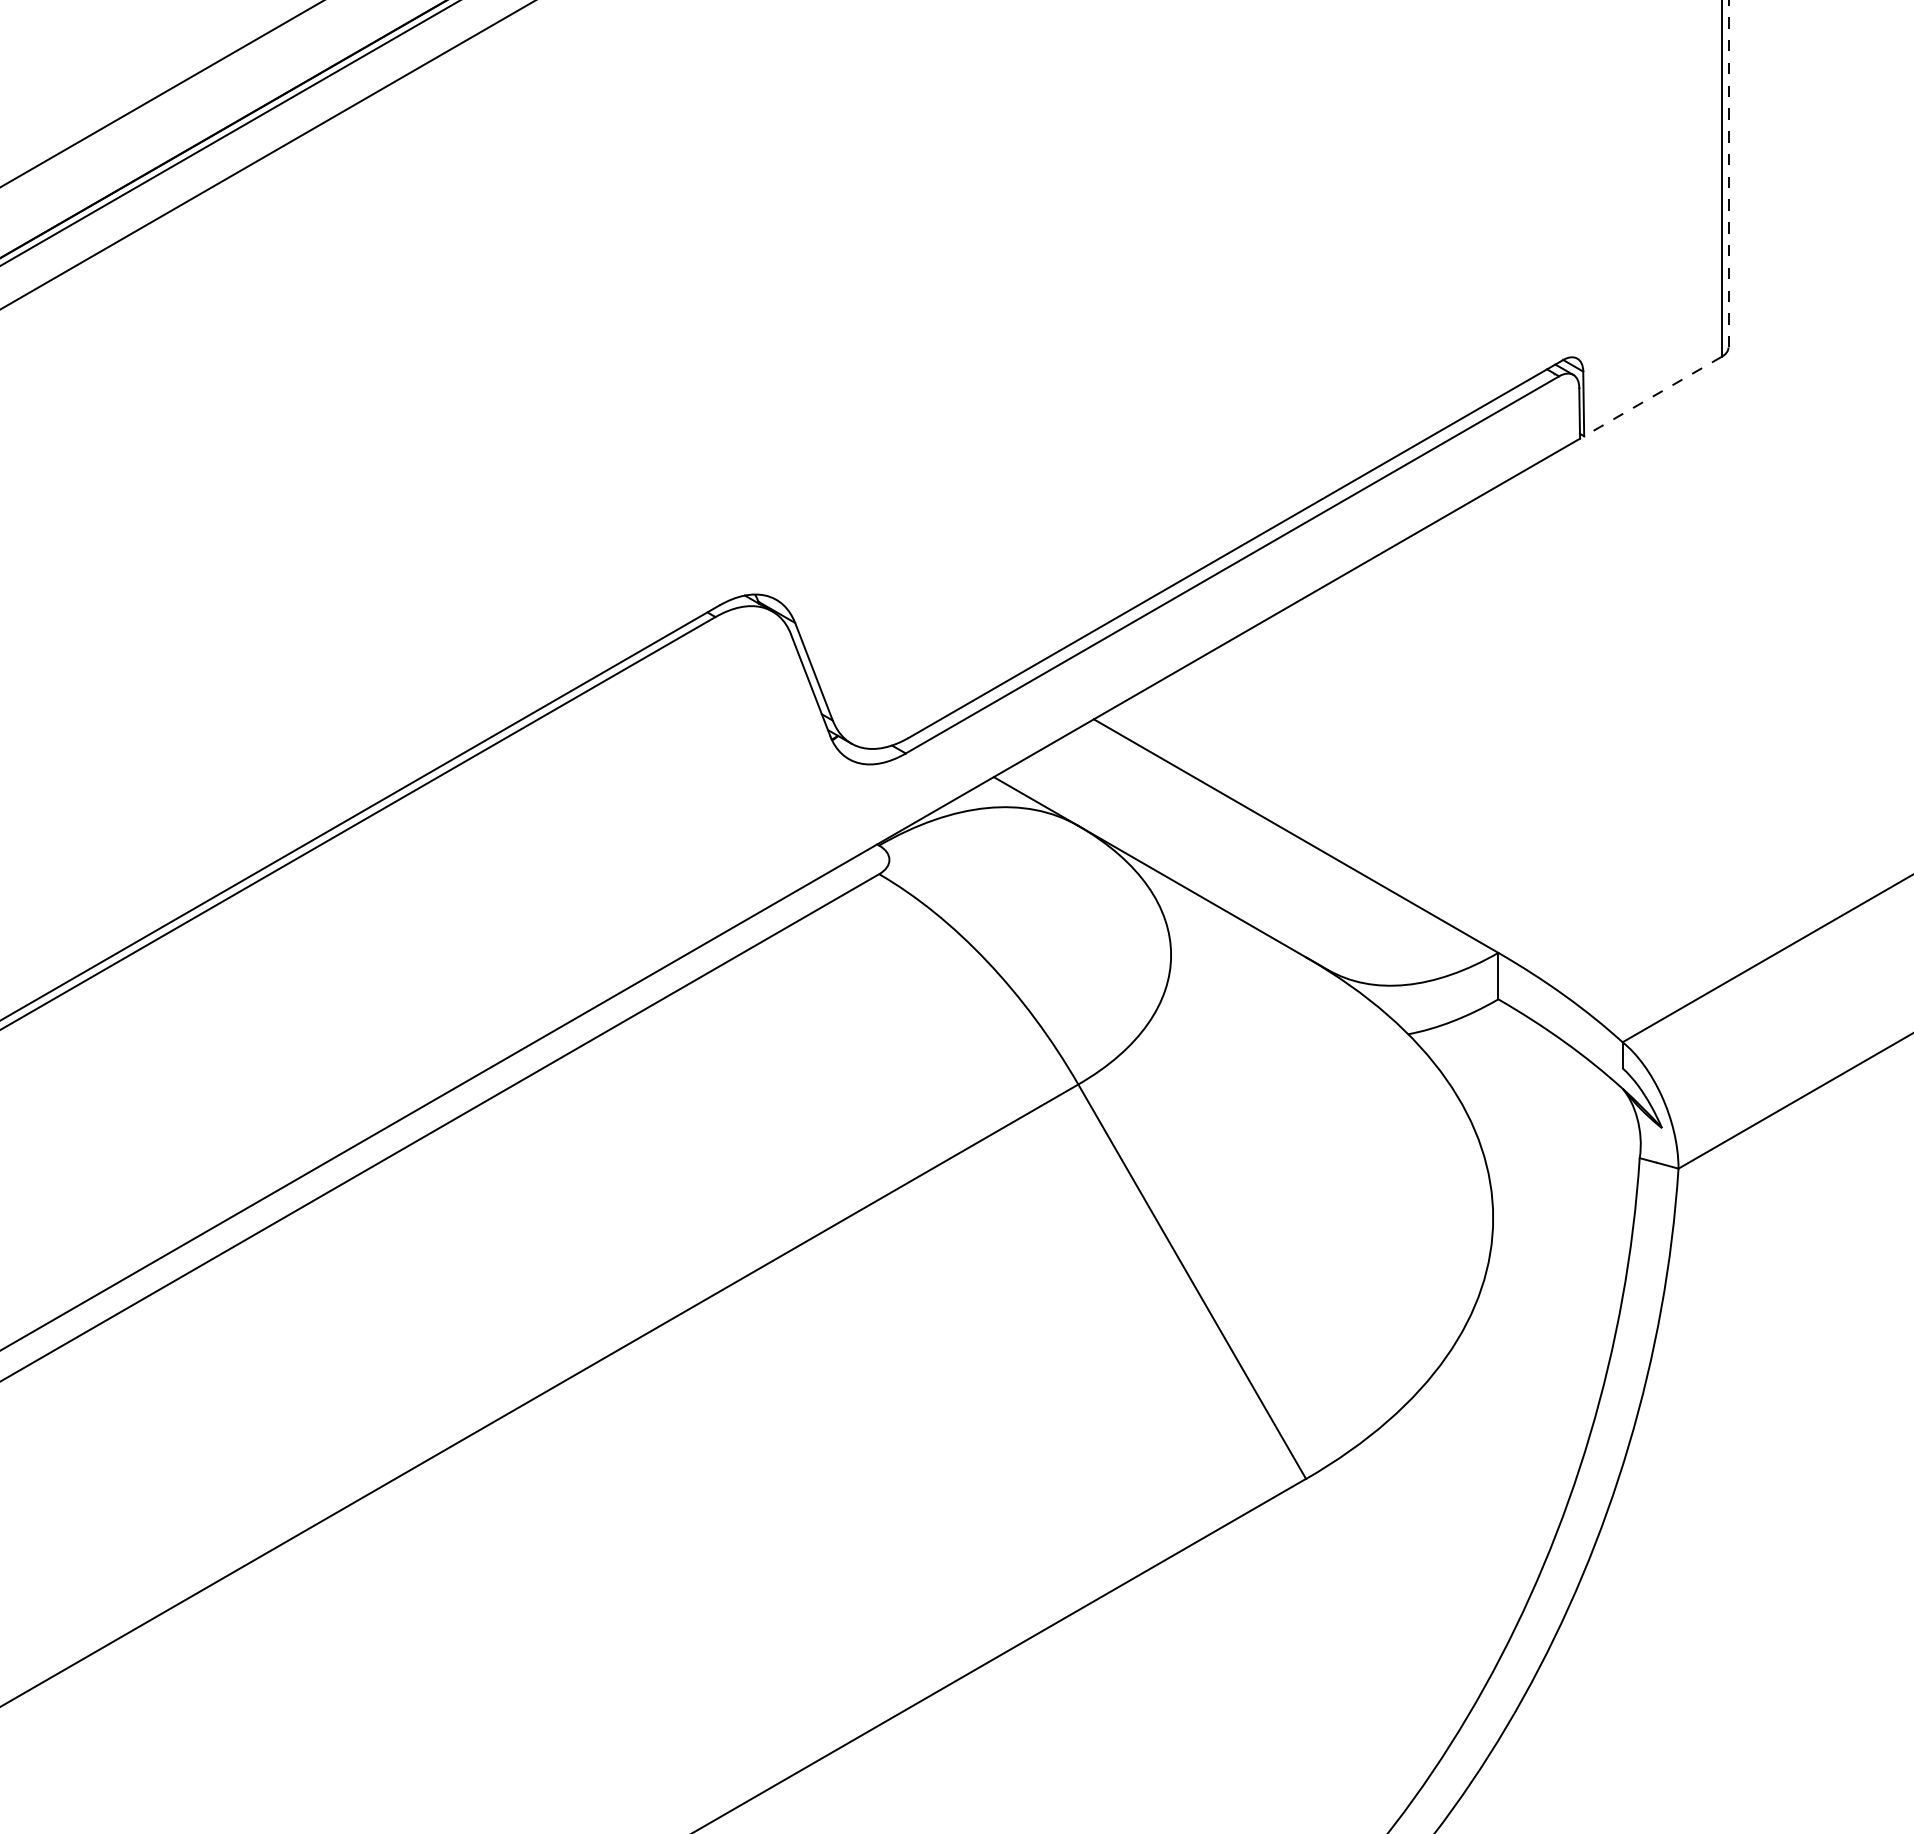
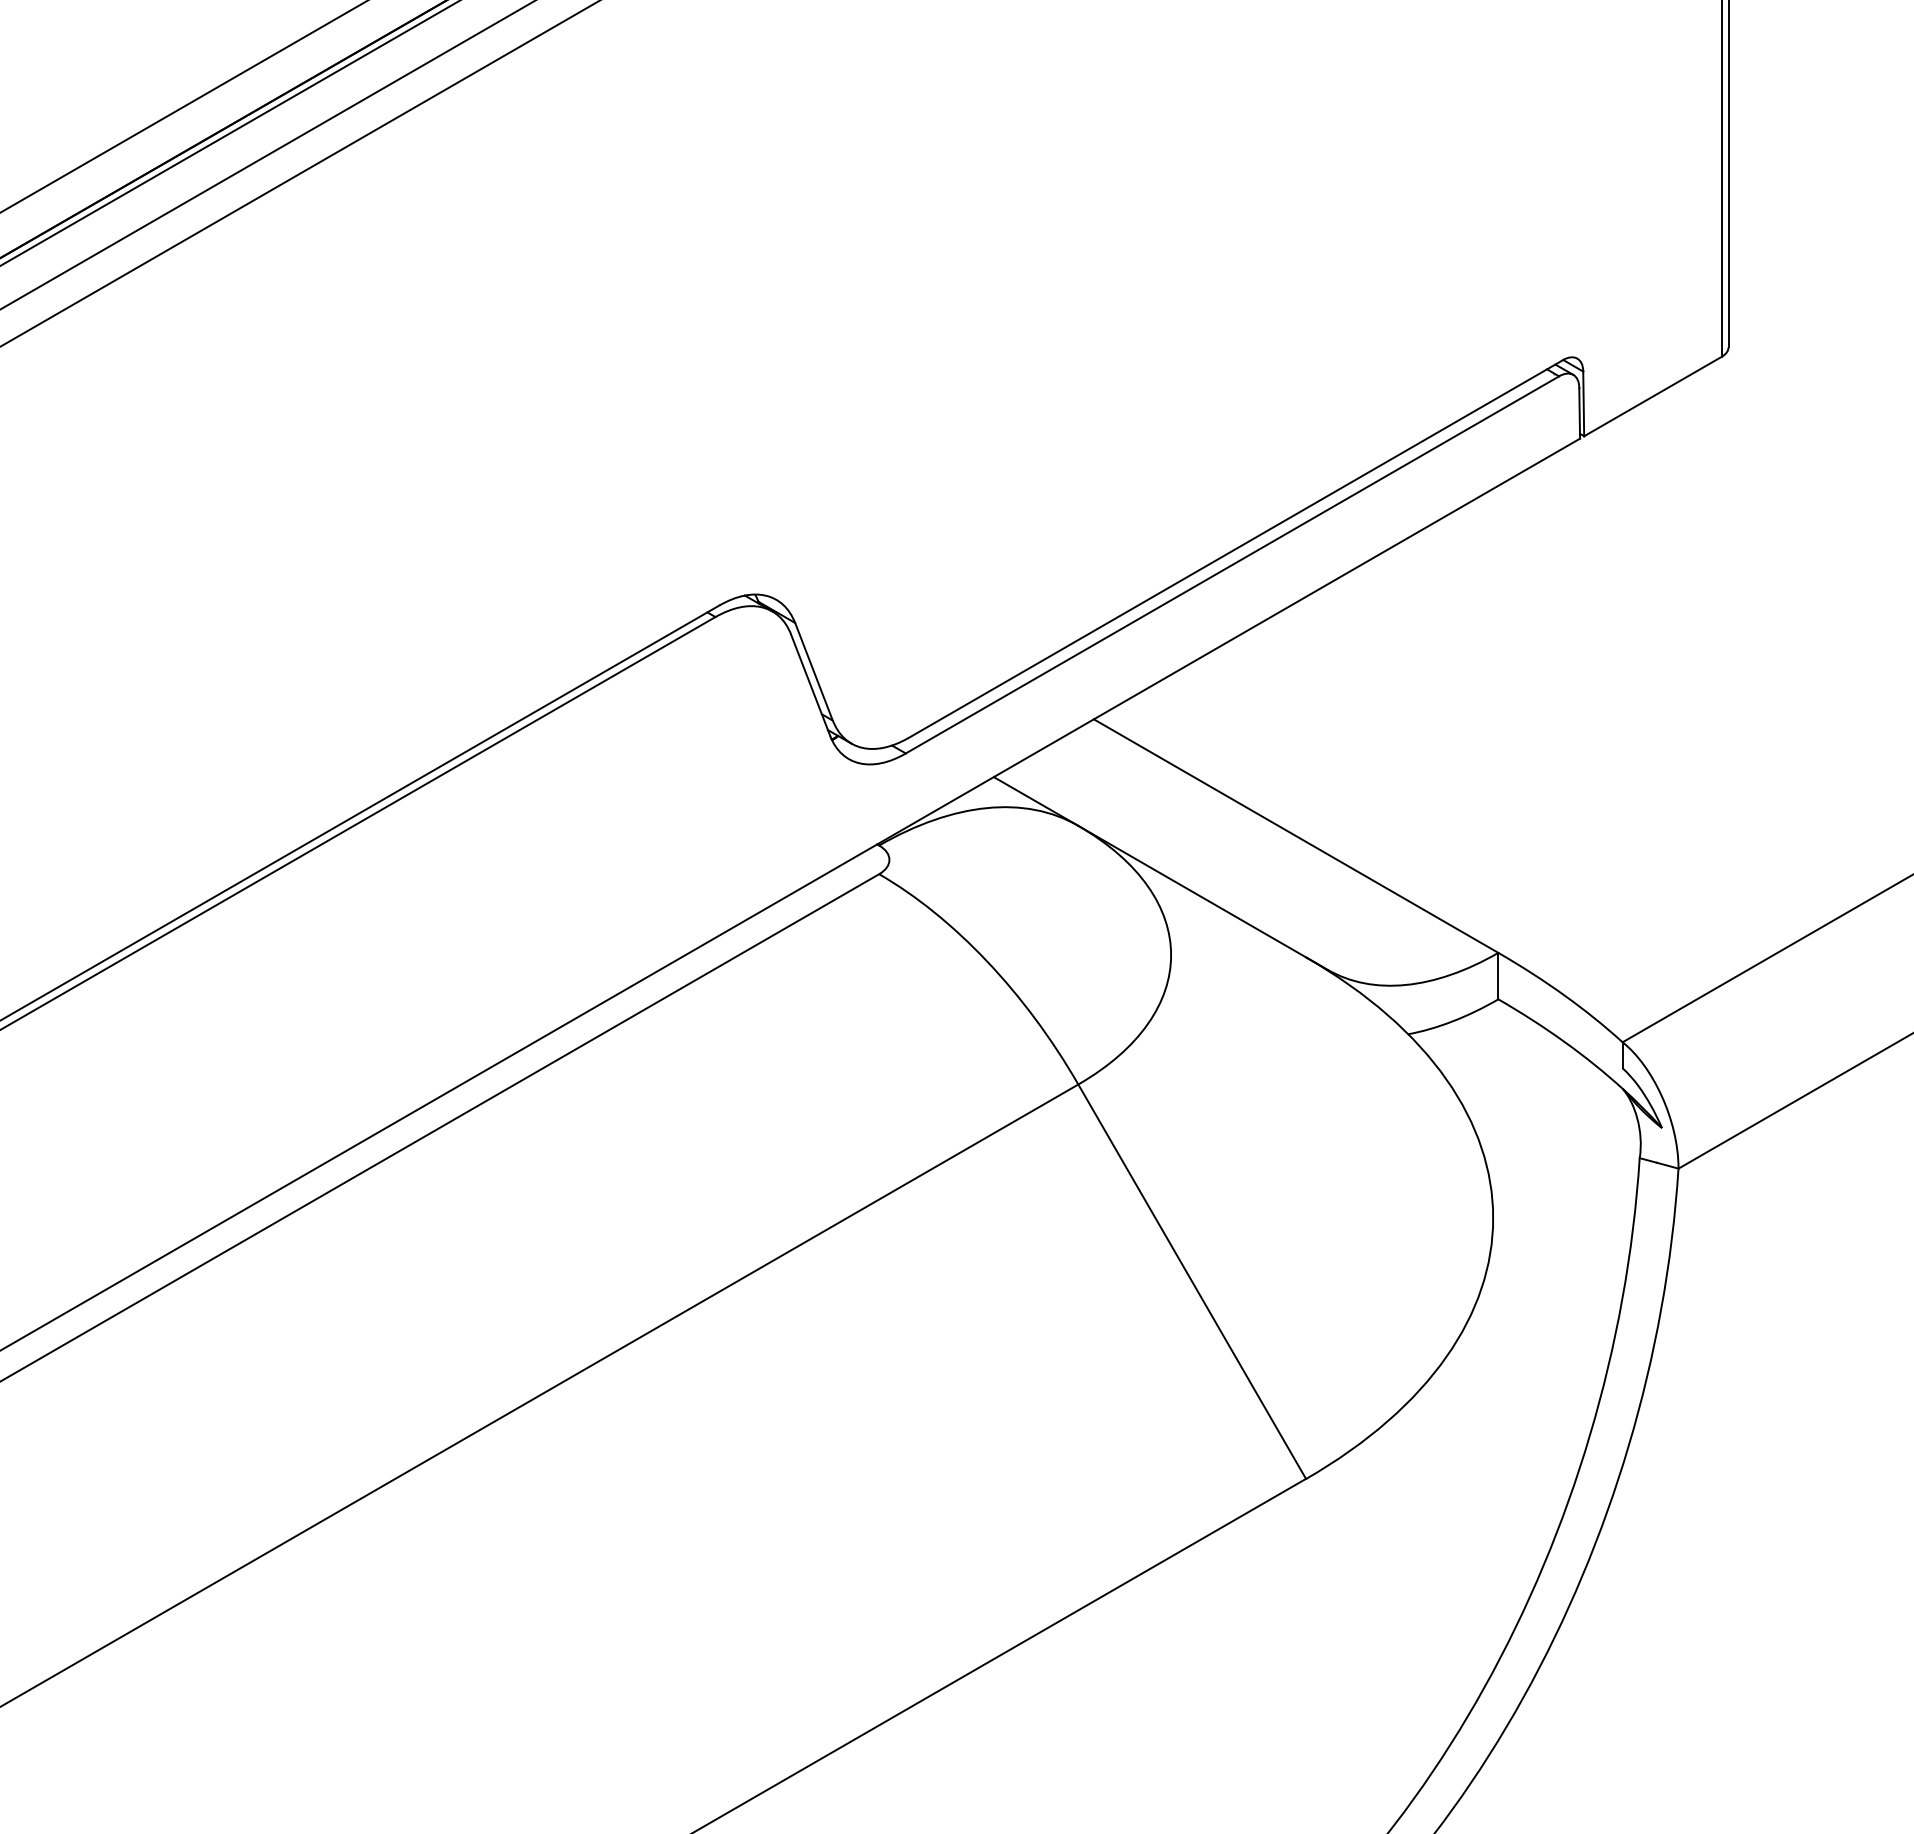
line at (161, 94) position: (161, 94) -> (183, 106)
line at (299, 173): none -> present
line at (1728, 173): dashed -> solid
line at (1652, 396): dashed -> solid
